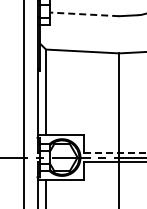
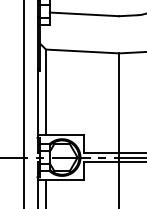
line at (84, 14): dashed -> solid
line at (115, 152): dashed -> solid
